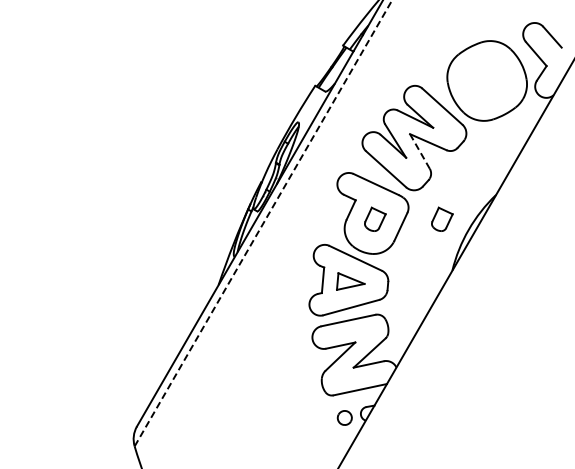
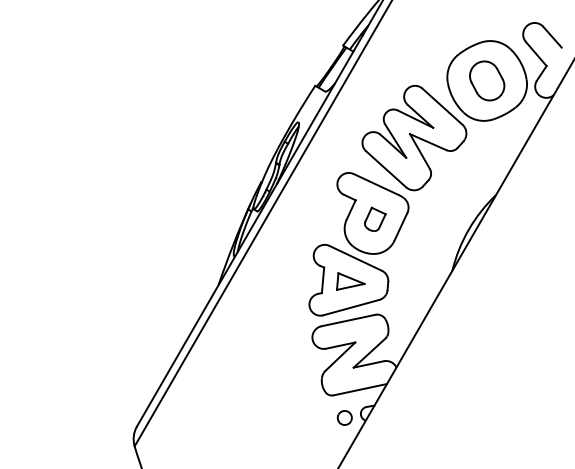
part at (487, 80): none -> present
line at (419, 151): dashed -> solid
part at (442, 218): present -> none
line at (263, 223): dashed -> solid
